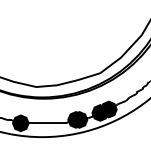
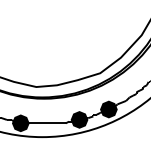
fill at (100, 112): present -> none
fill at (75, 119): present -> none
